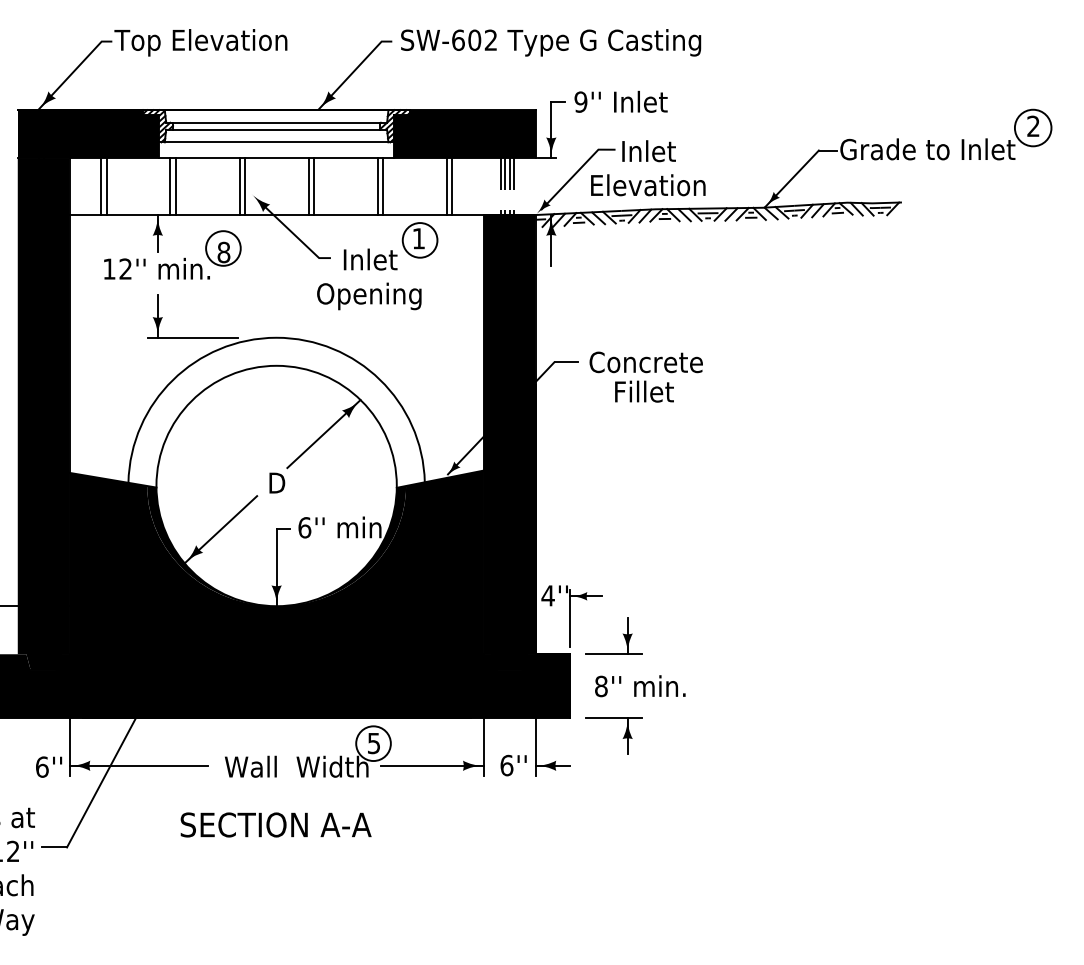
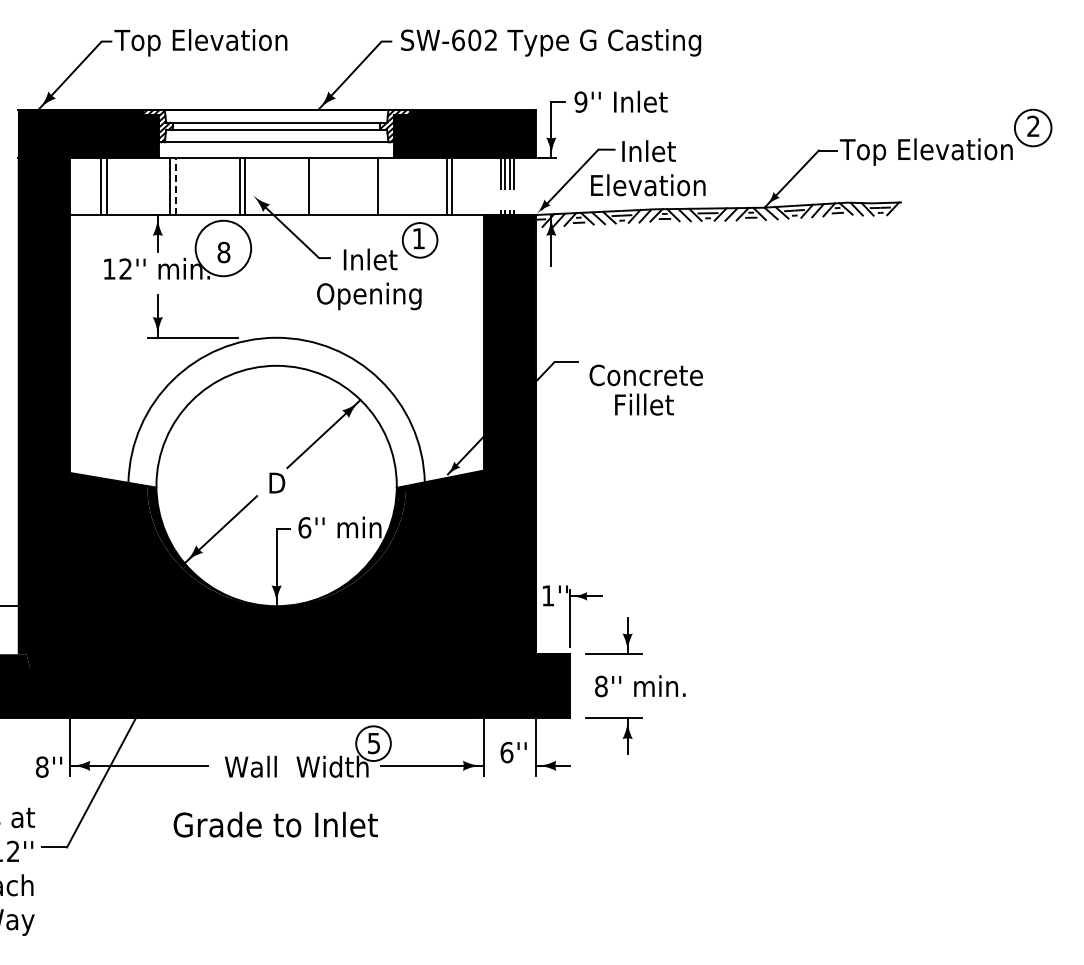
text at (927, 151): Grade to Inlet -> Top Elevation
line at (175, 186): solid -> dashed
line at (313, 186): present -> none
line at (382, 186): present -> none
circle at (223, 248) diameter: 35 px -> 55 px
text at (645, 376) position: (645, 376) -> (645, 389)
text at (547, 595): 4'' -> 1''
text at (513, 765) position: (513, 765) -> (513, 752)
text at (42, 766): 6'' -> 8''
text at (275, 824): SECTION A-A -> Grade to Inlet
